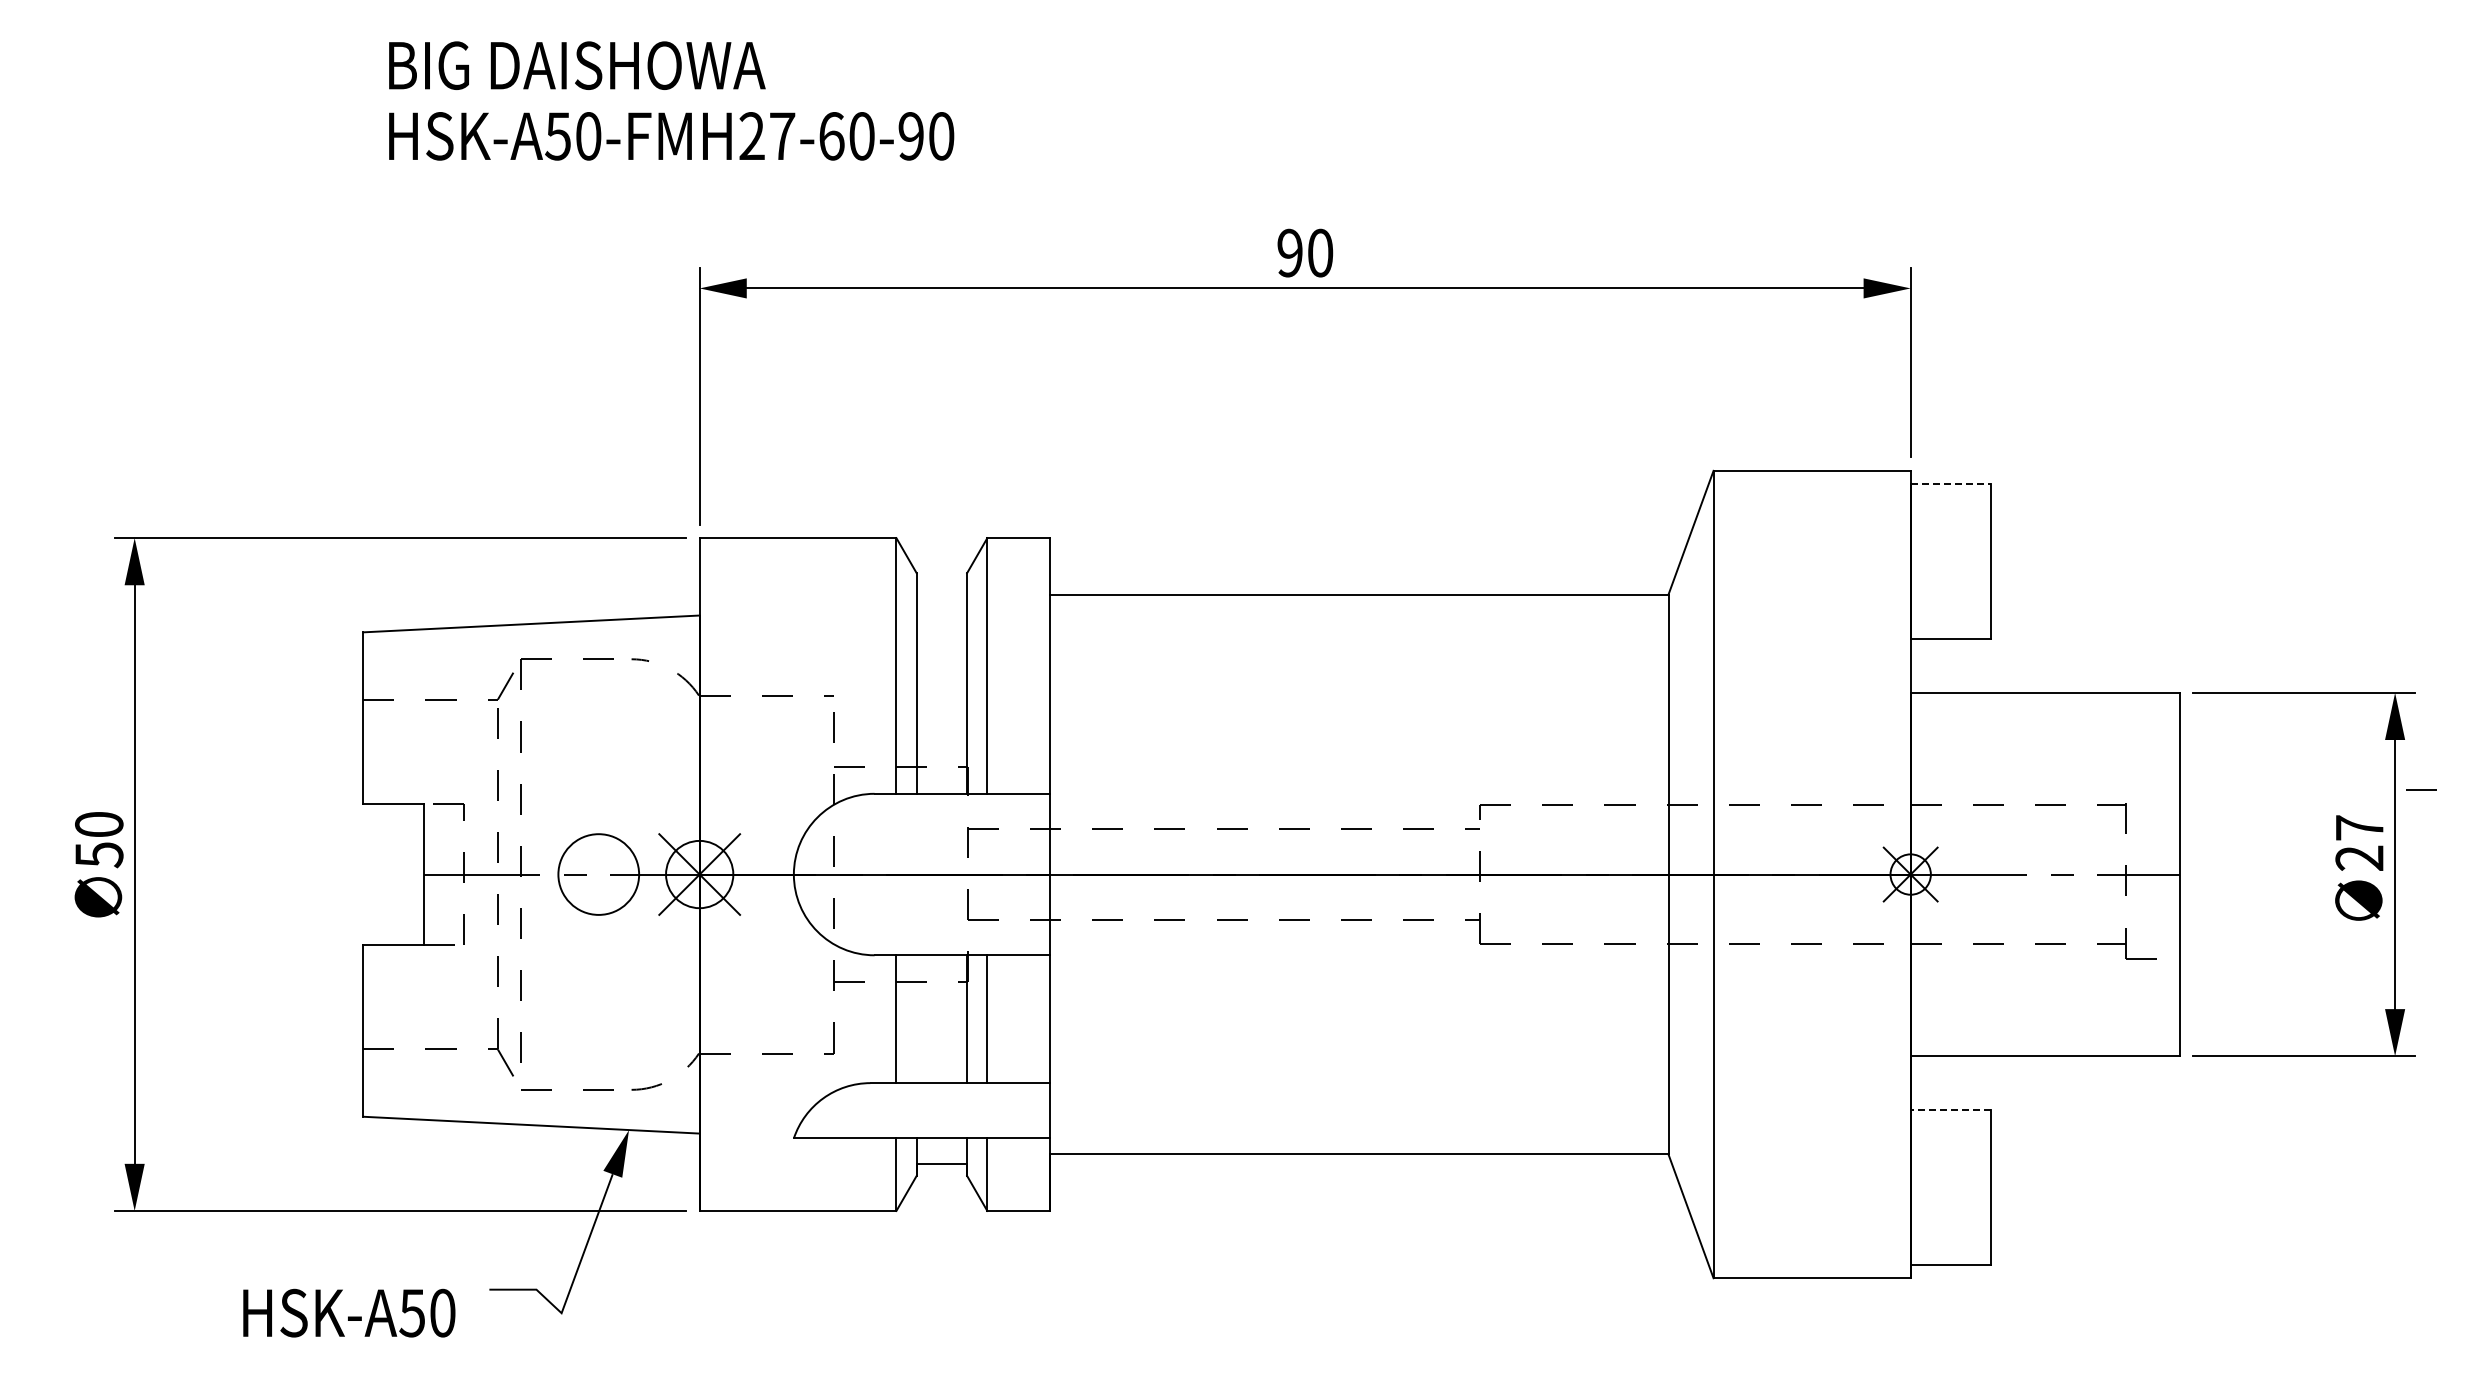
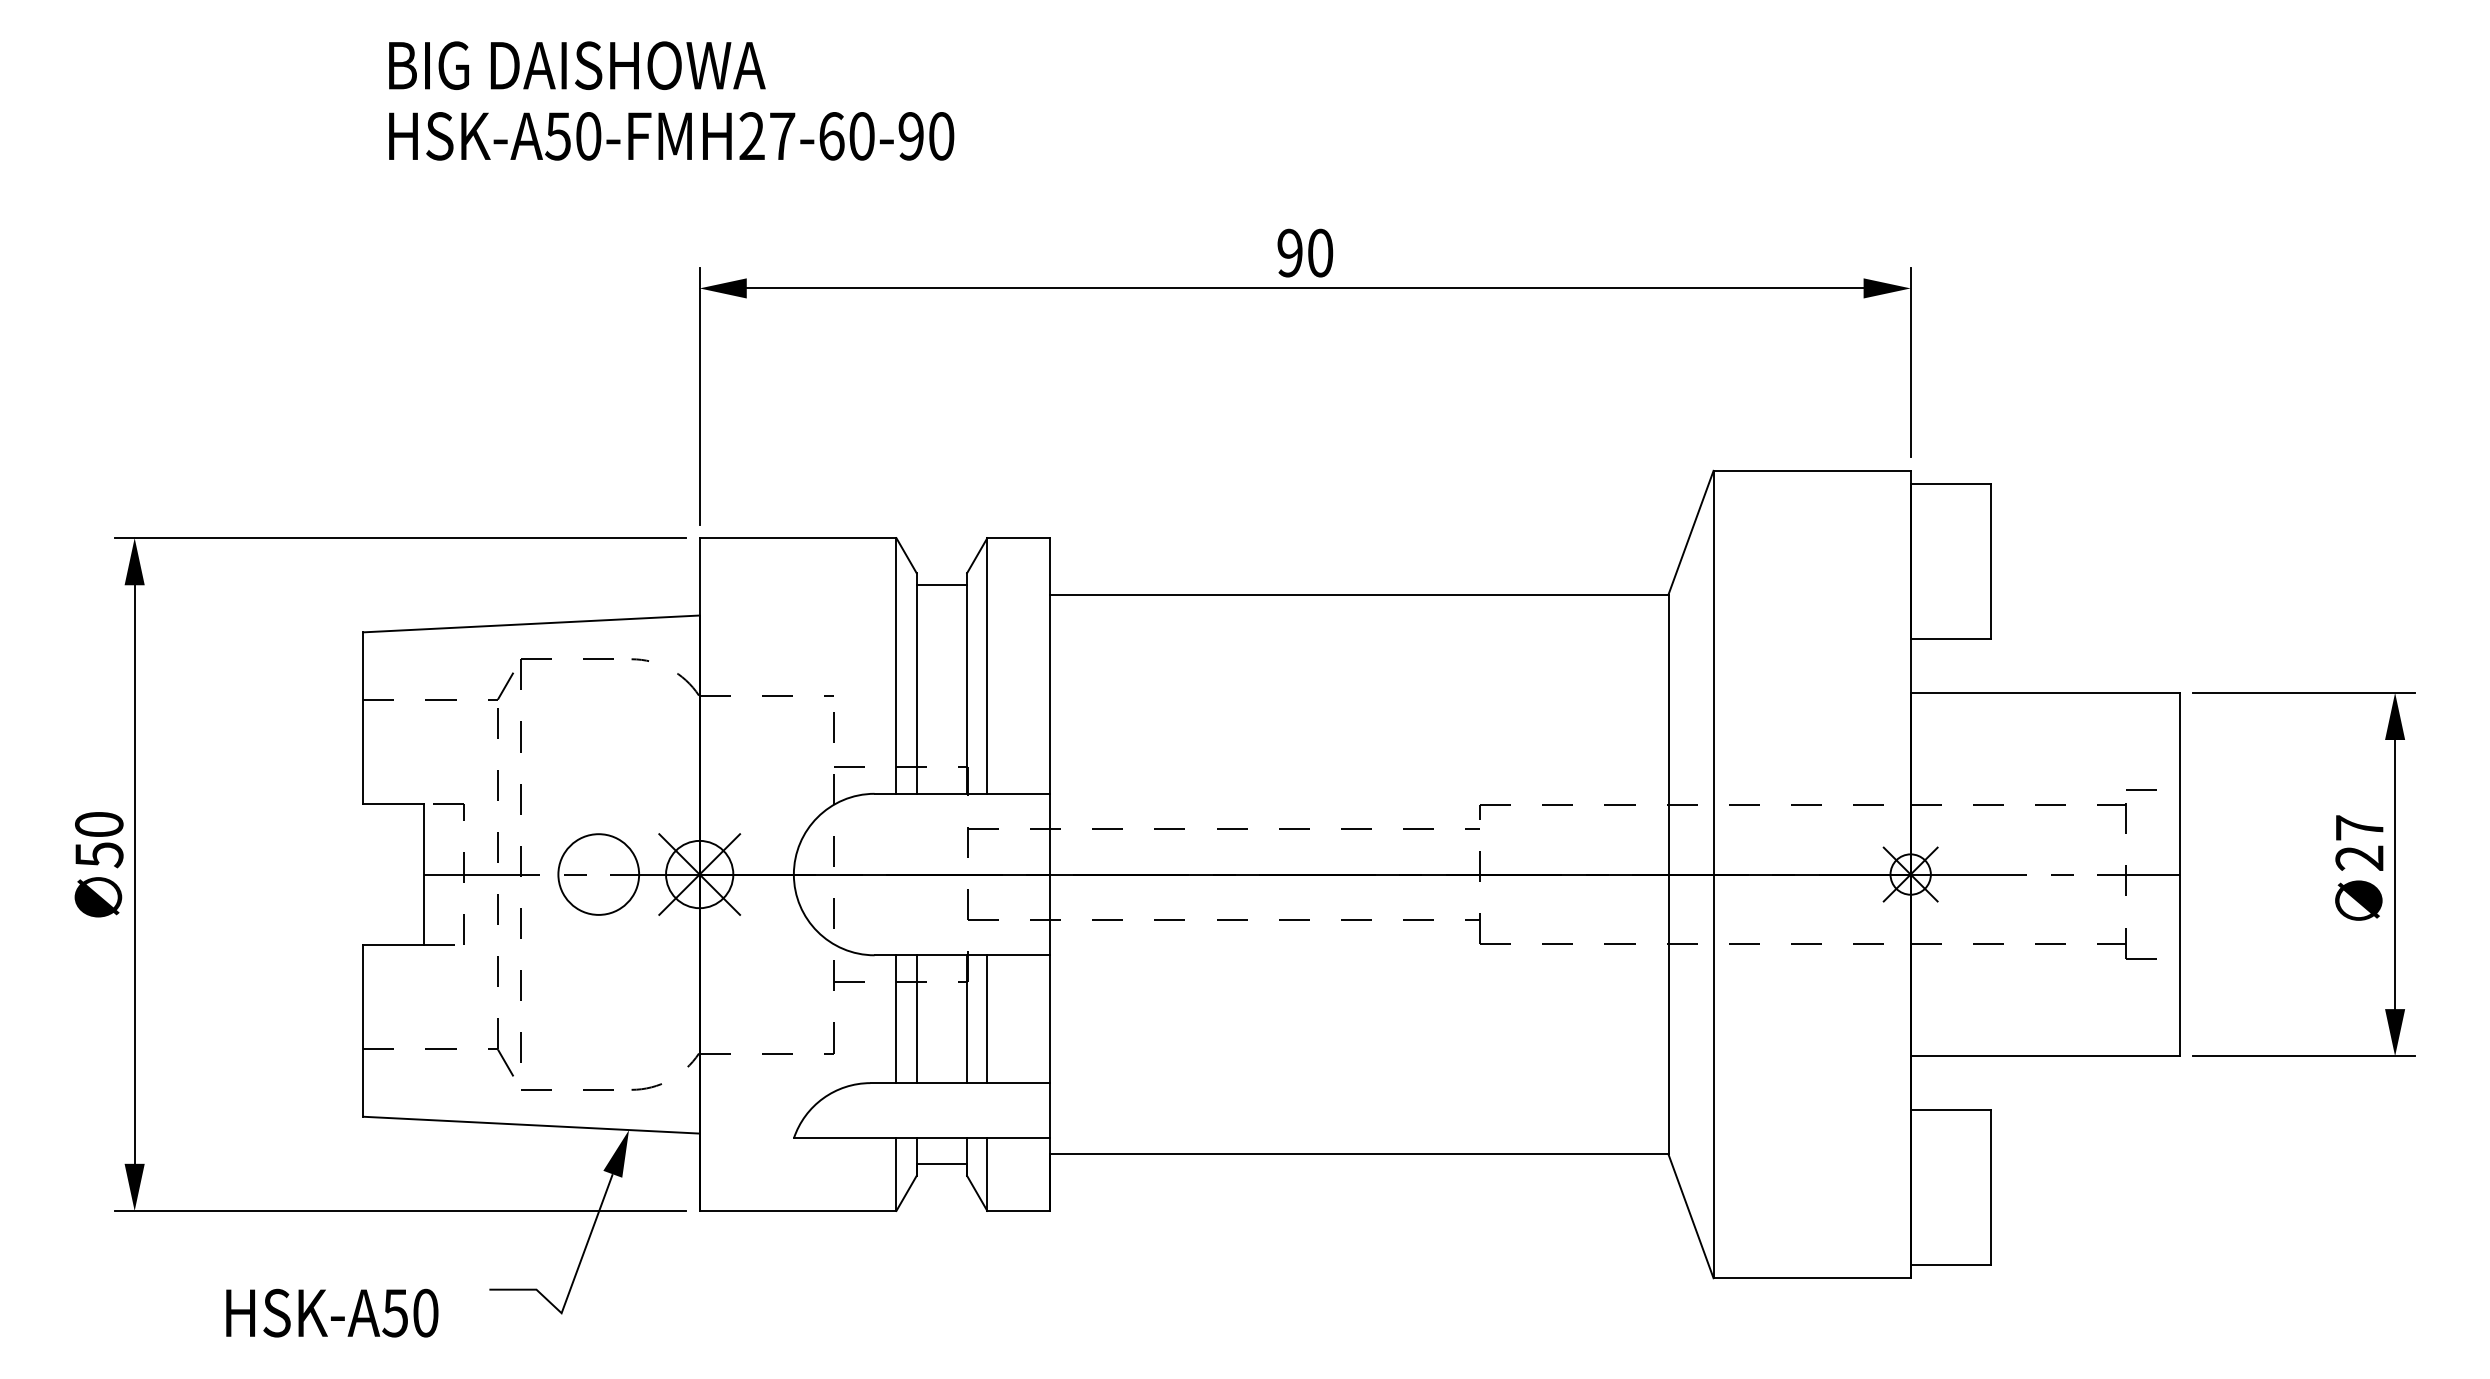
line at (1951, 484): dashed -> solid
line at (941, 585): none -> present
line at (2421, 789) position: (2421, 789) -> (2141, 789)
line at (916, 1019): none -> present
line at (1950, 1110): dashed -> solid
text at (349, 1312) position: (349, 1312) -> (332, 1312)
